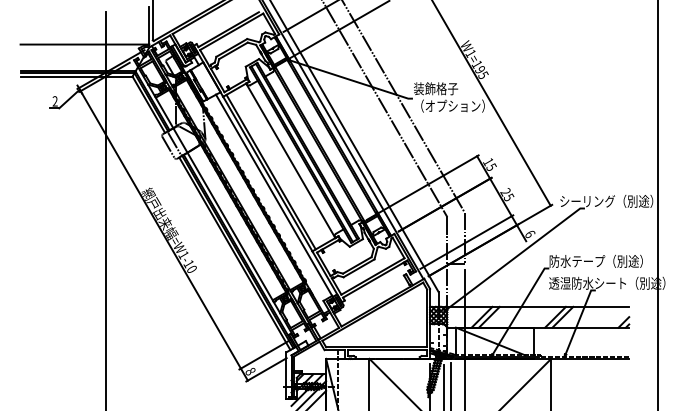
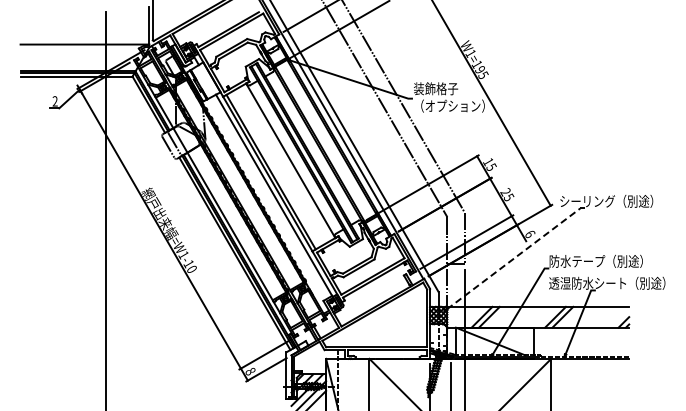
line at (657, 204): present -> none
line at (515, 257): solid -> dashed
line at (443, 386): present -> none
